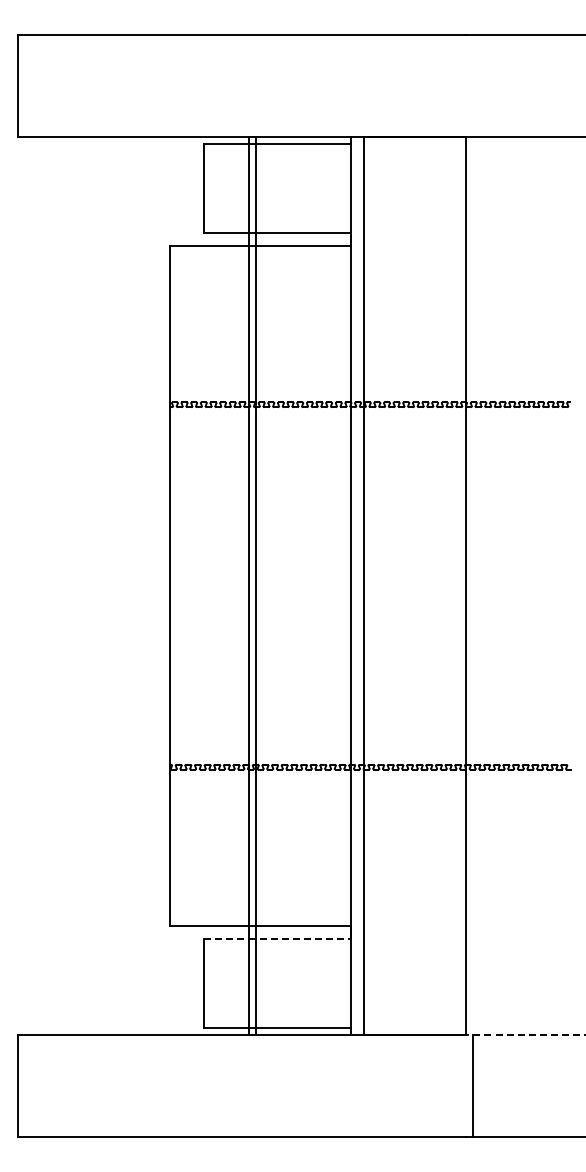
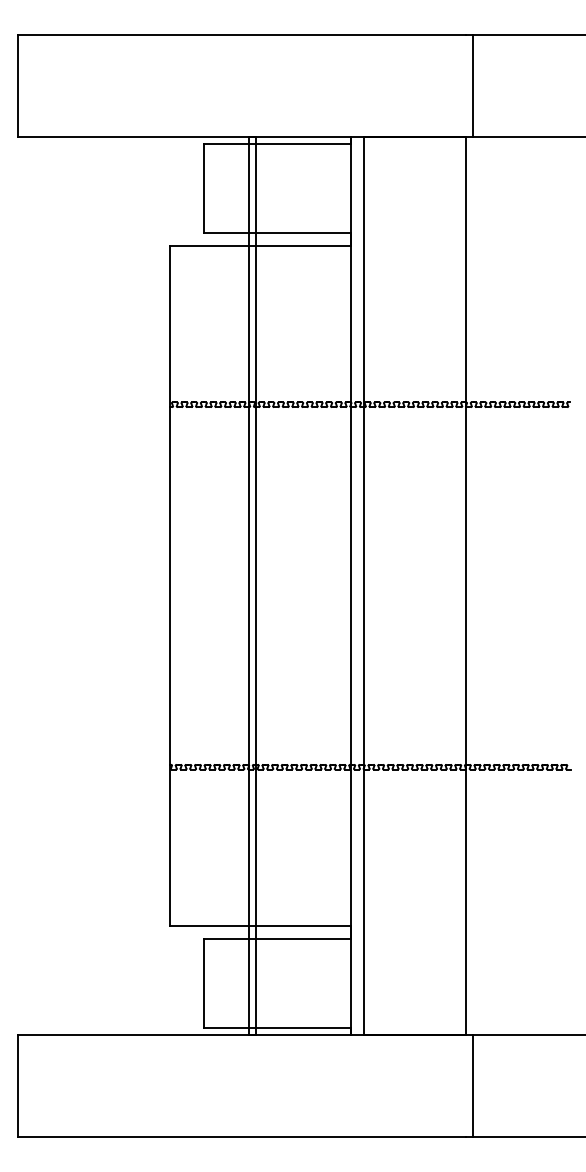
line at (473, 86): none -> present
line at (277, 939): dashed -> solid
line at (525, 1034): dashed -> solid
